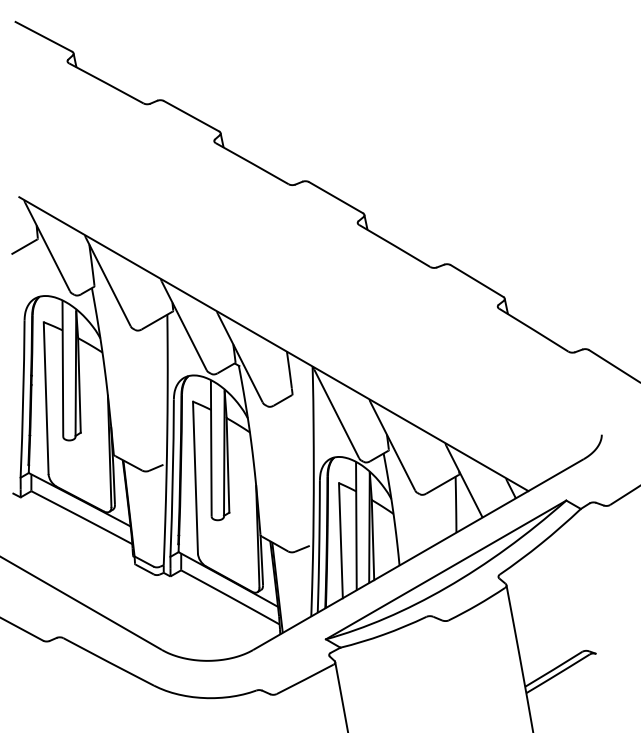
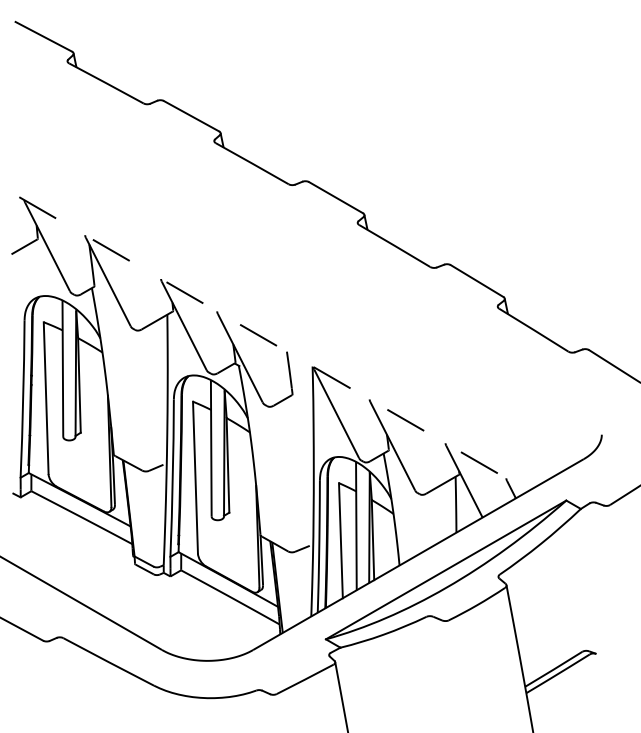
line at (273, 344): solid -> dashed
